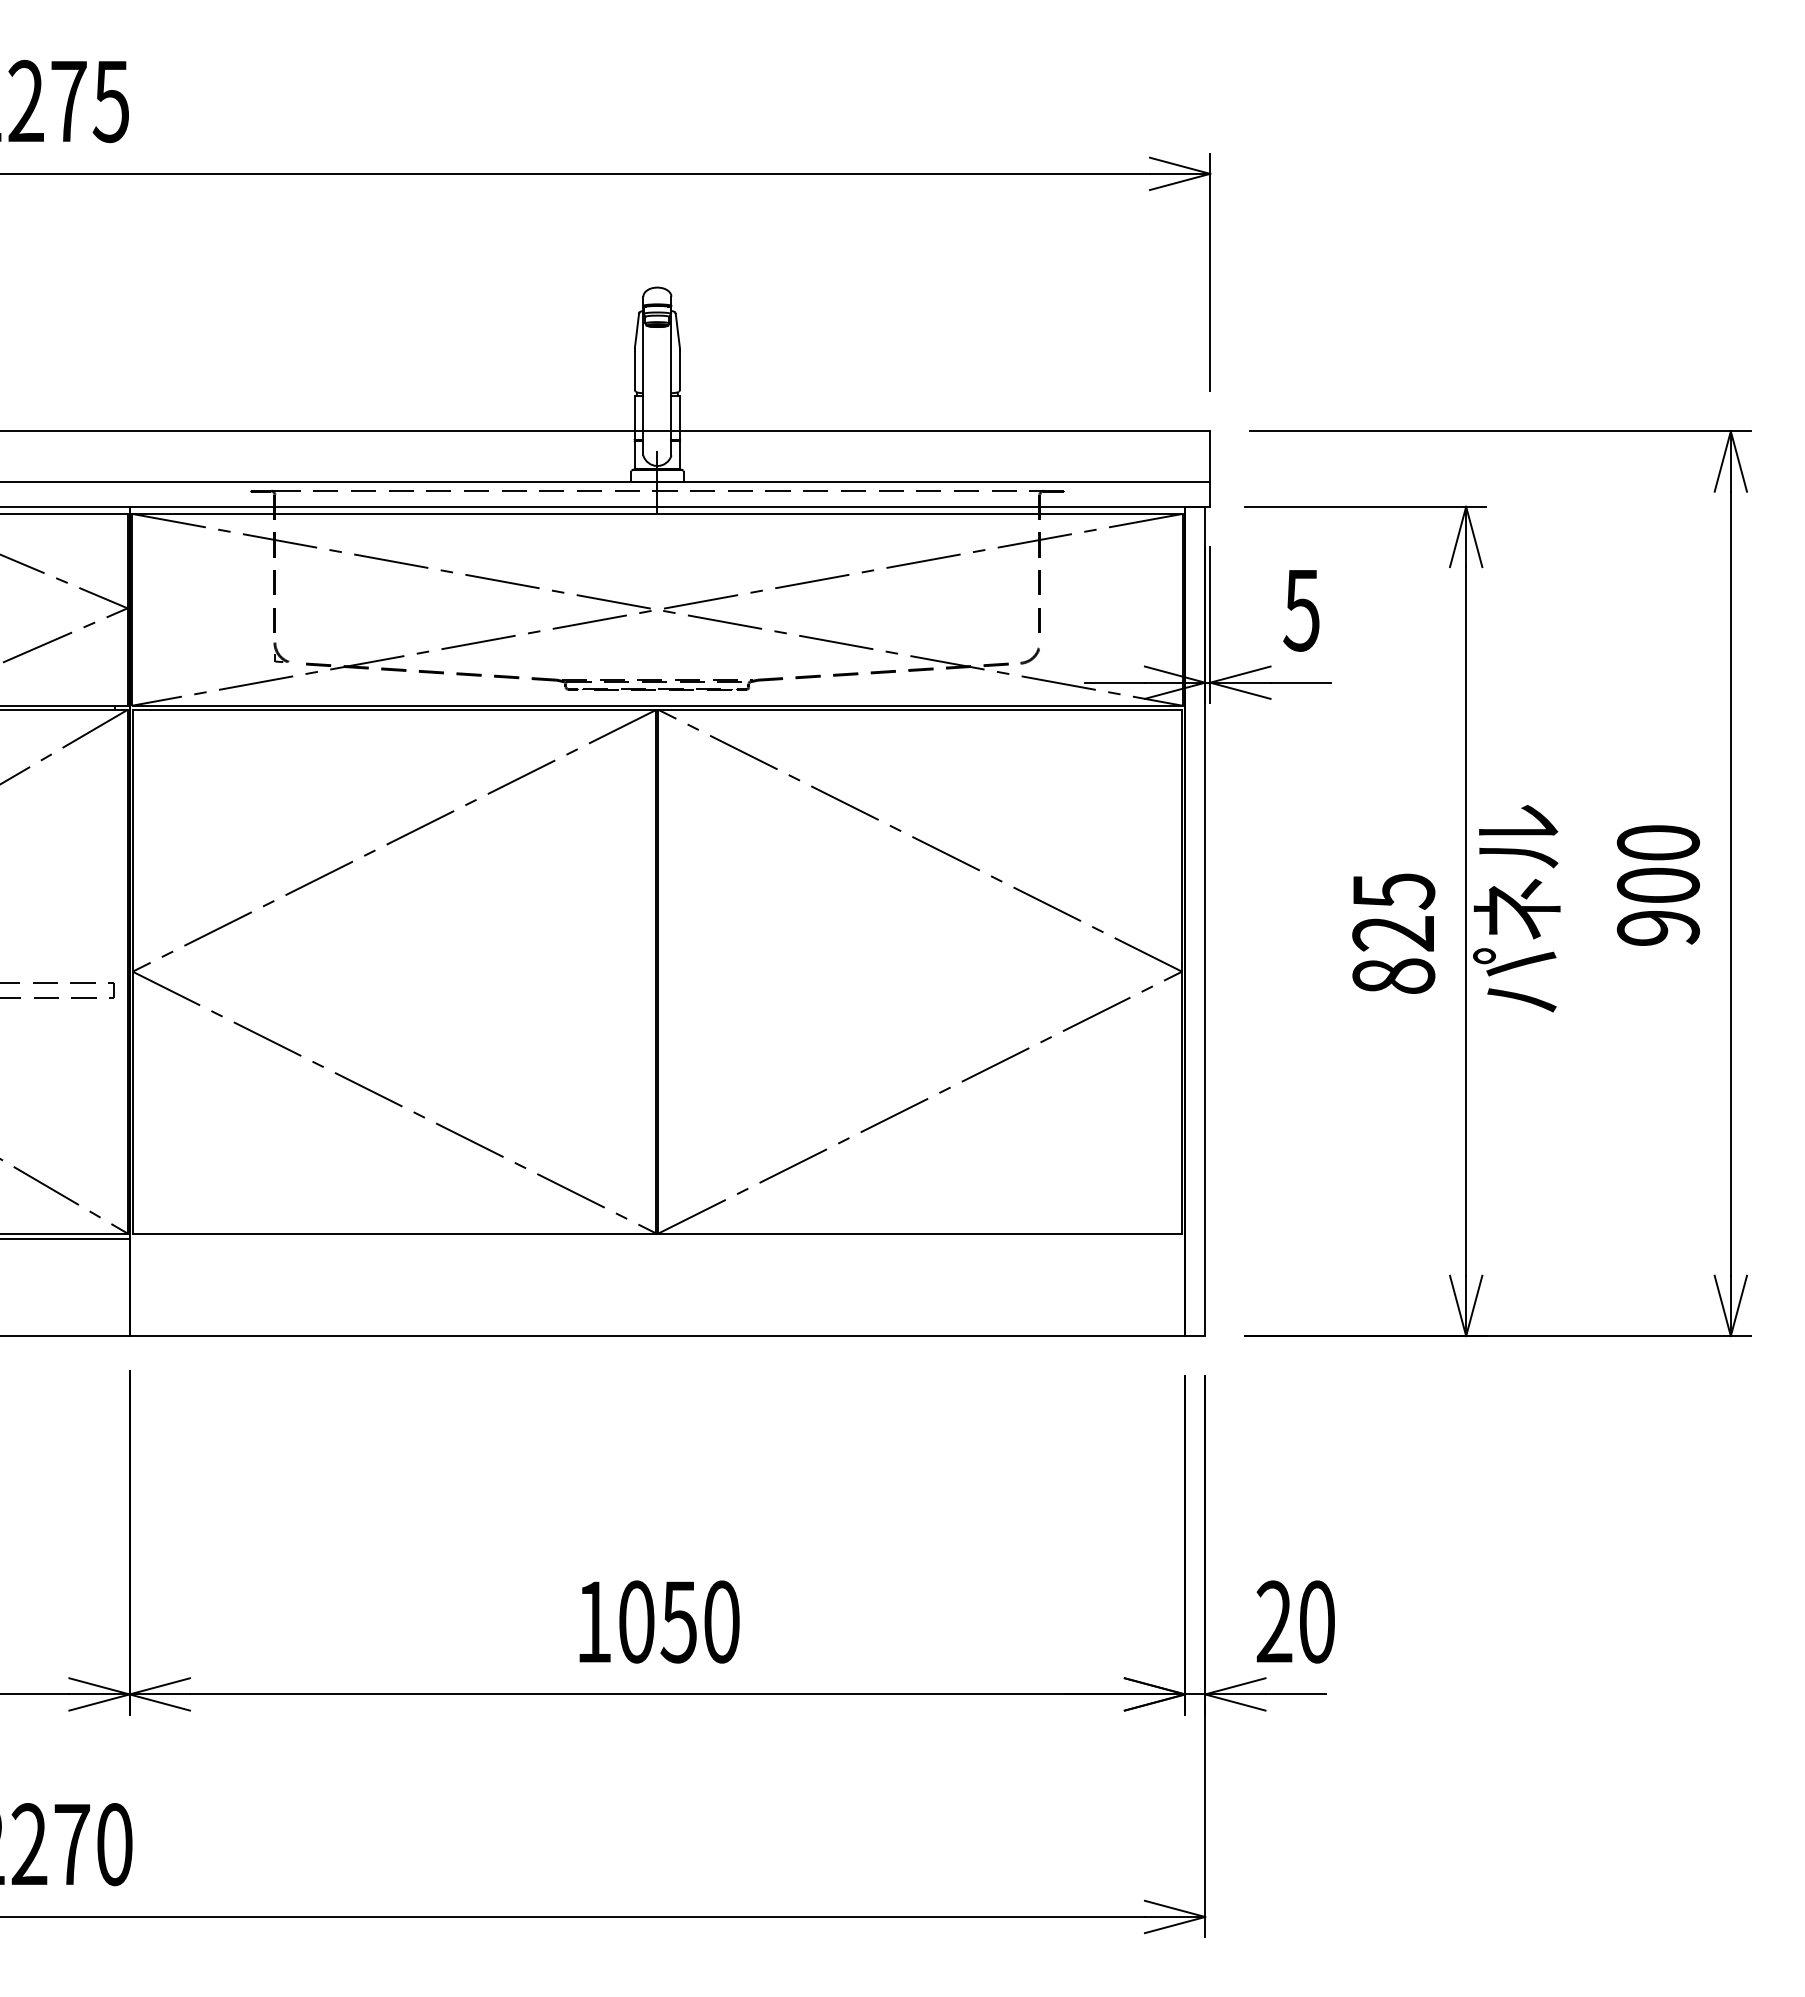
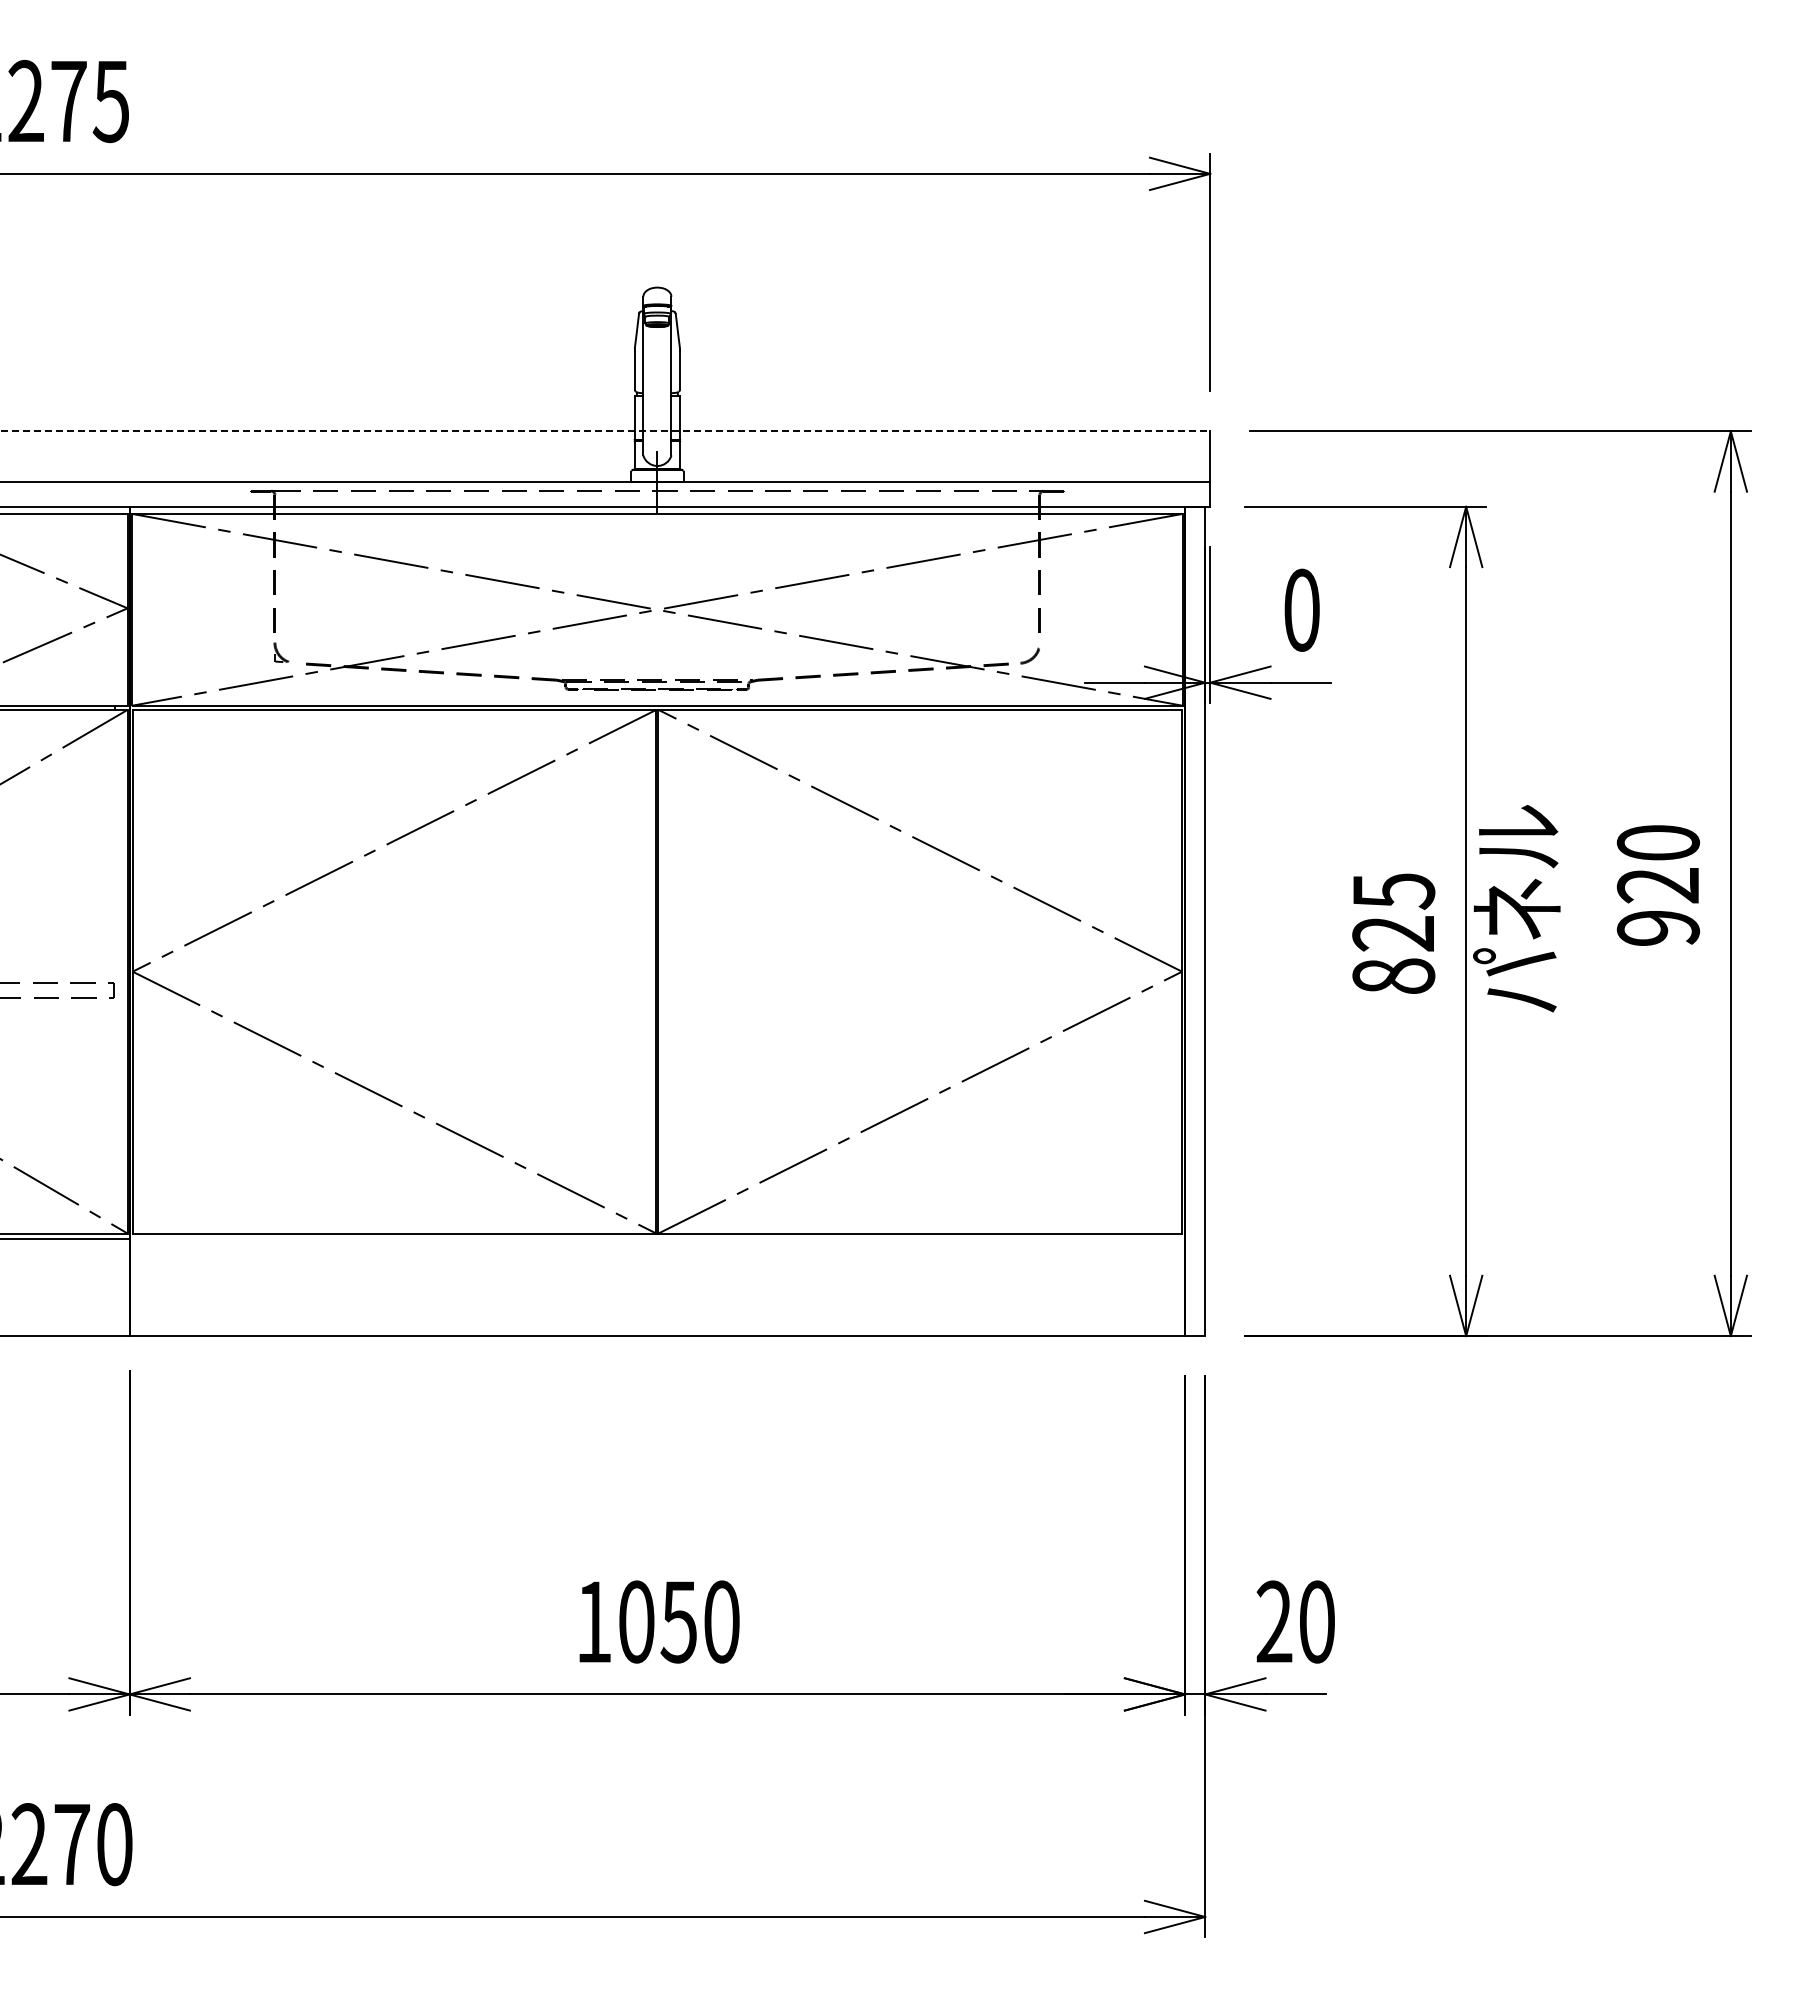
line at (605, 431): solid -> dashed
text at (1301, 609): 5 -> 0
text at (1658, 885): 900 -> 920
